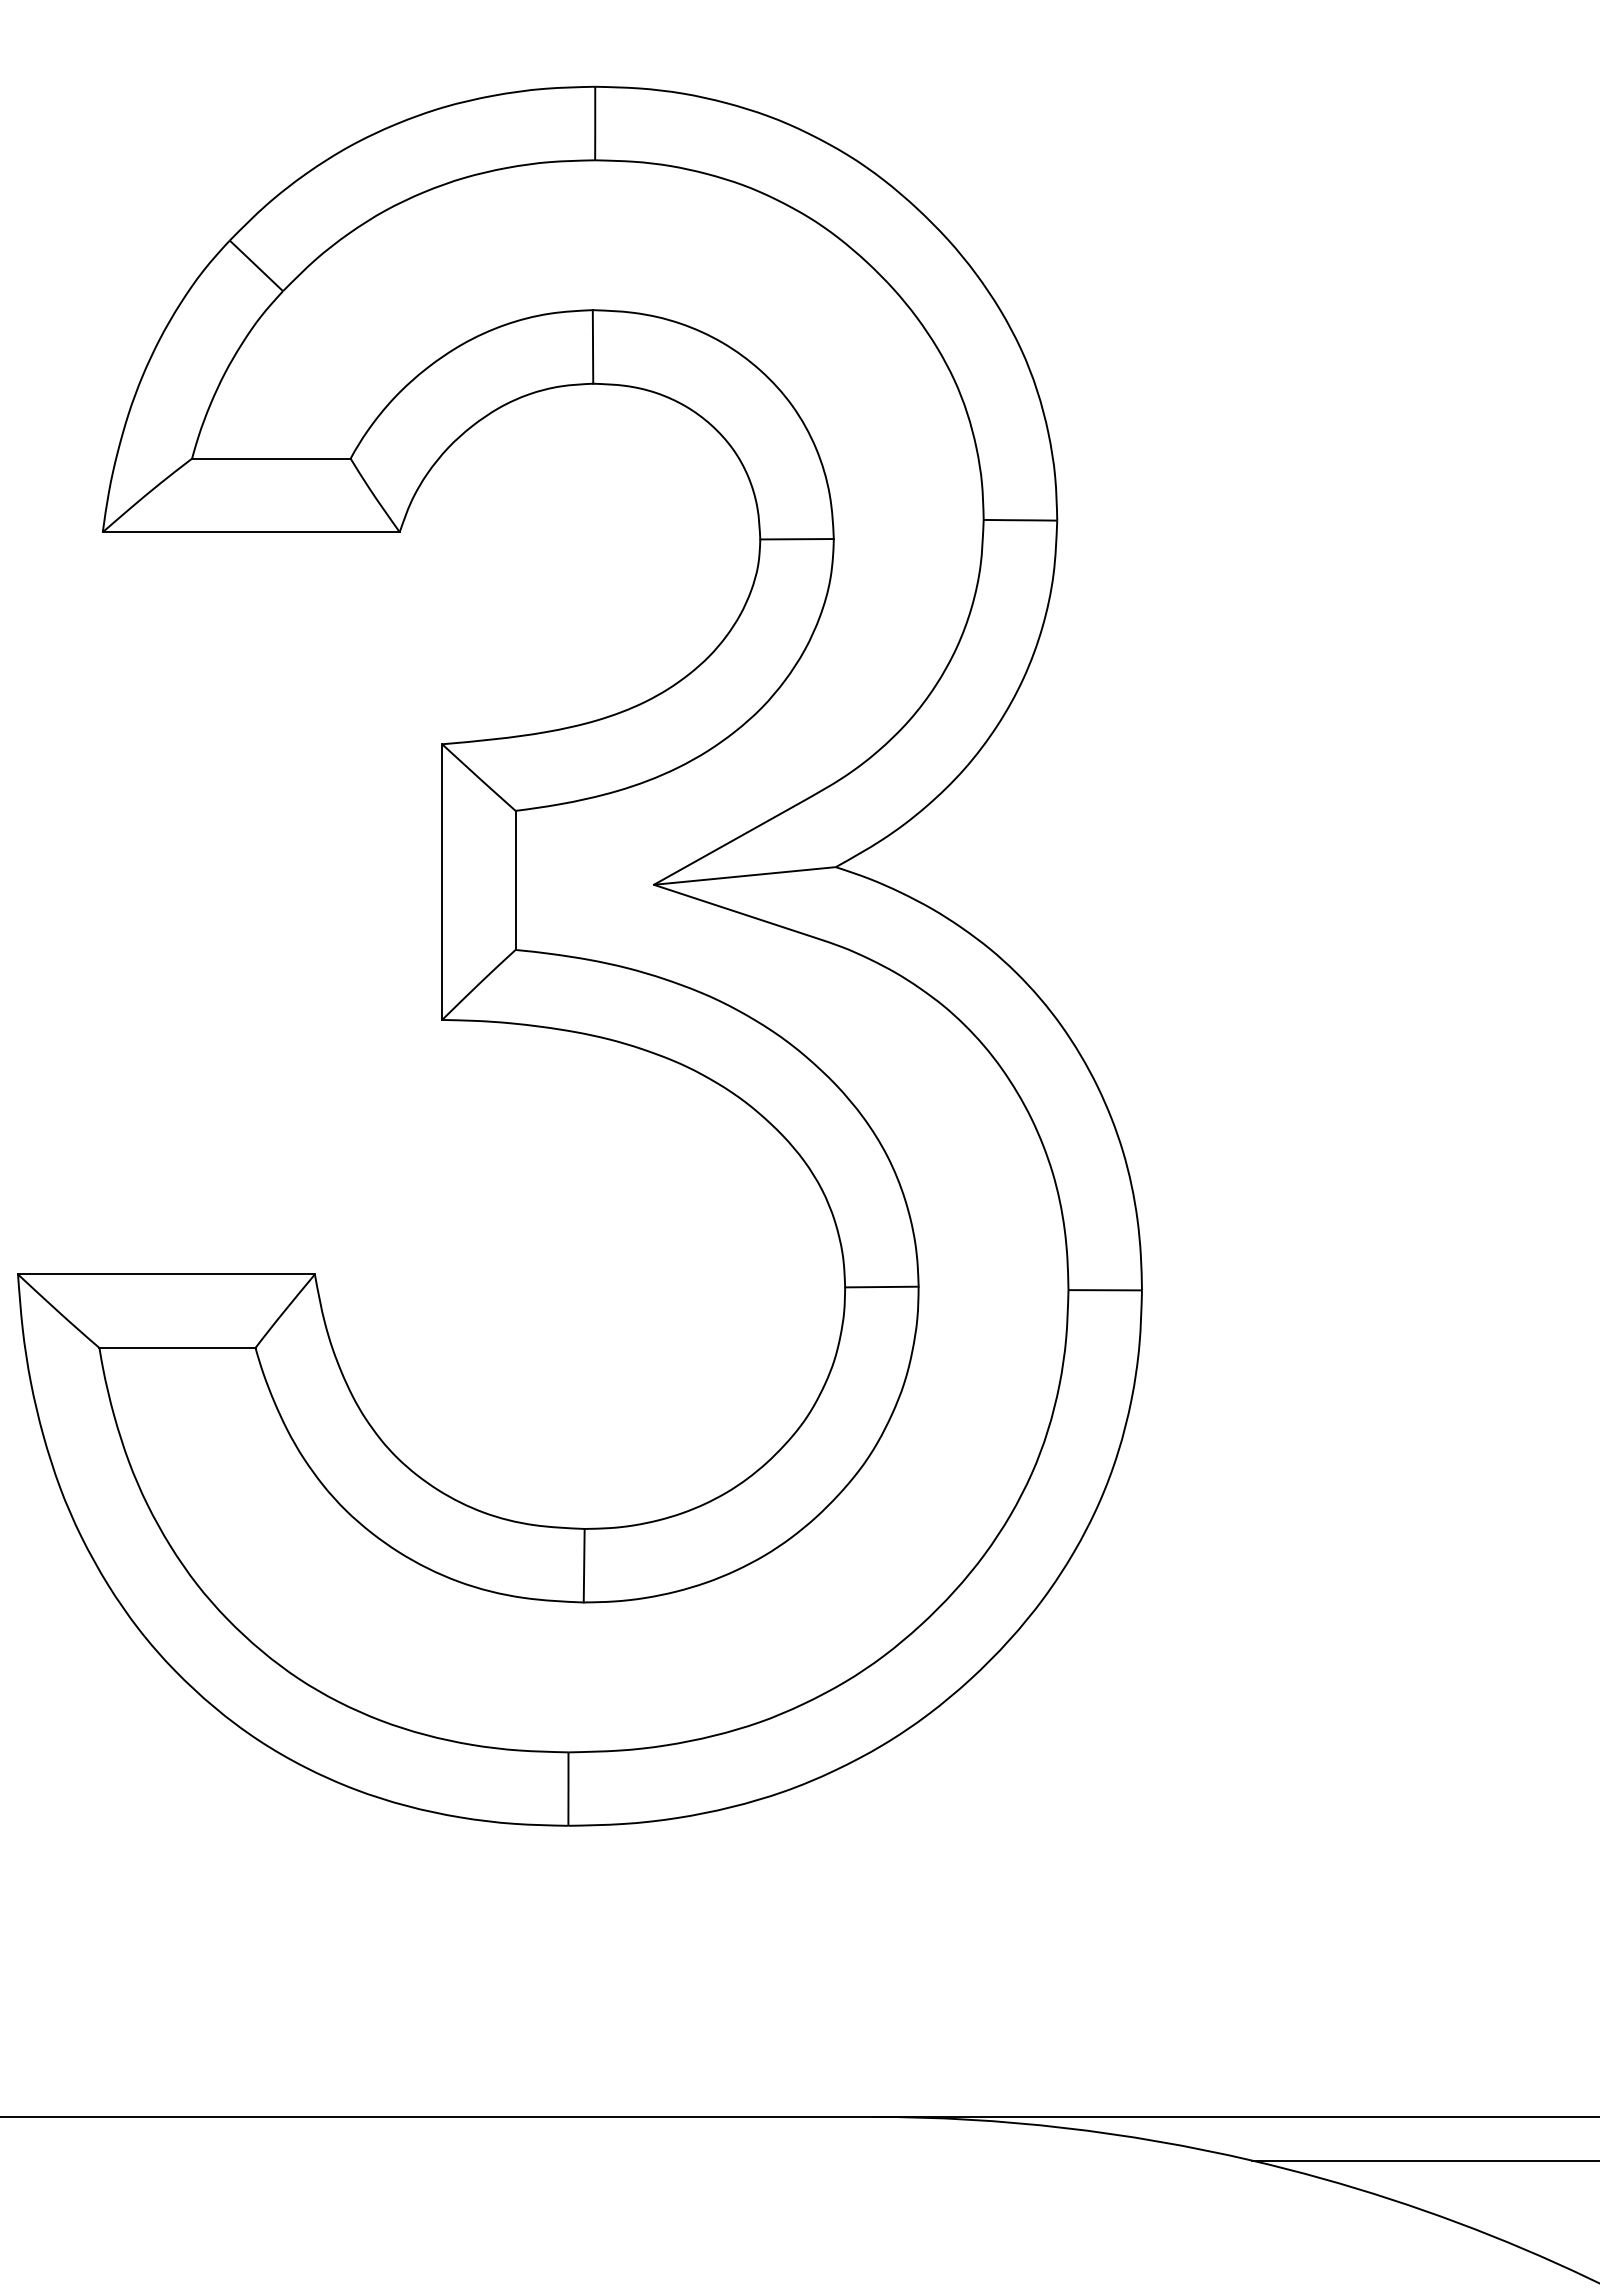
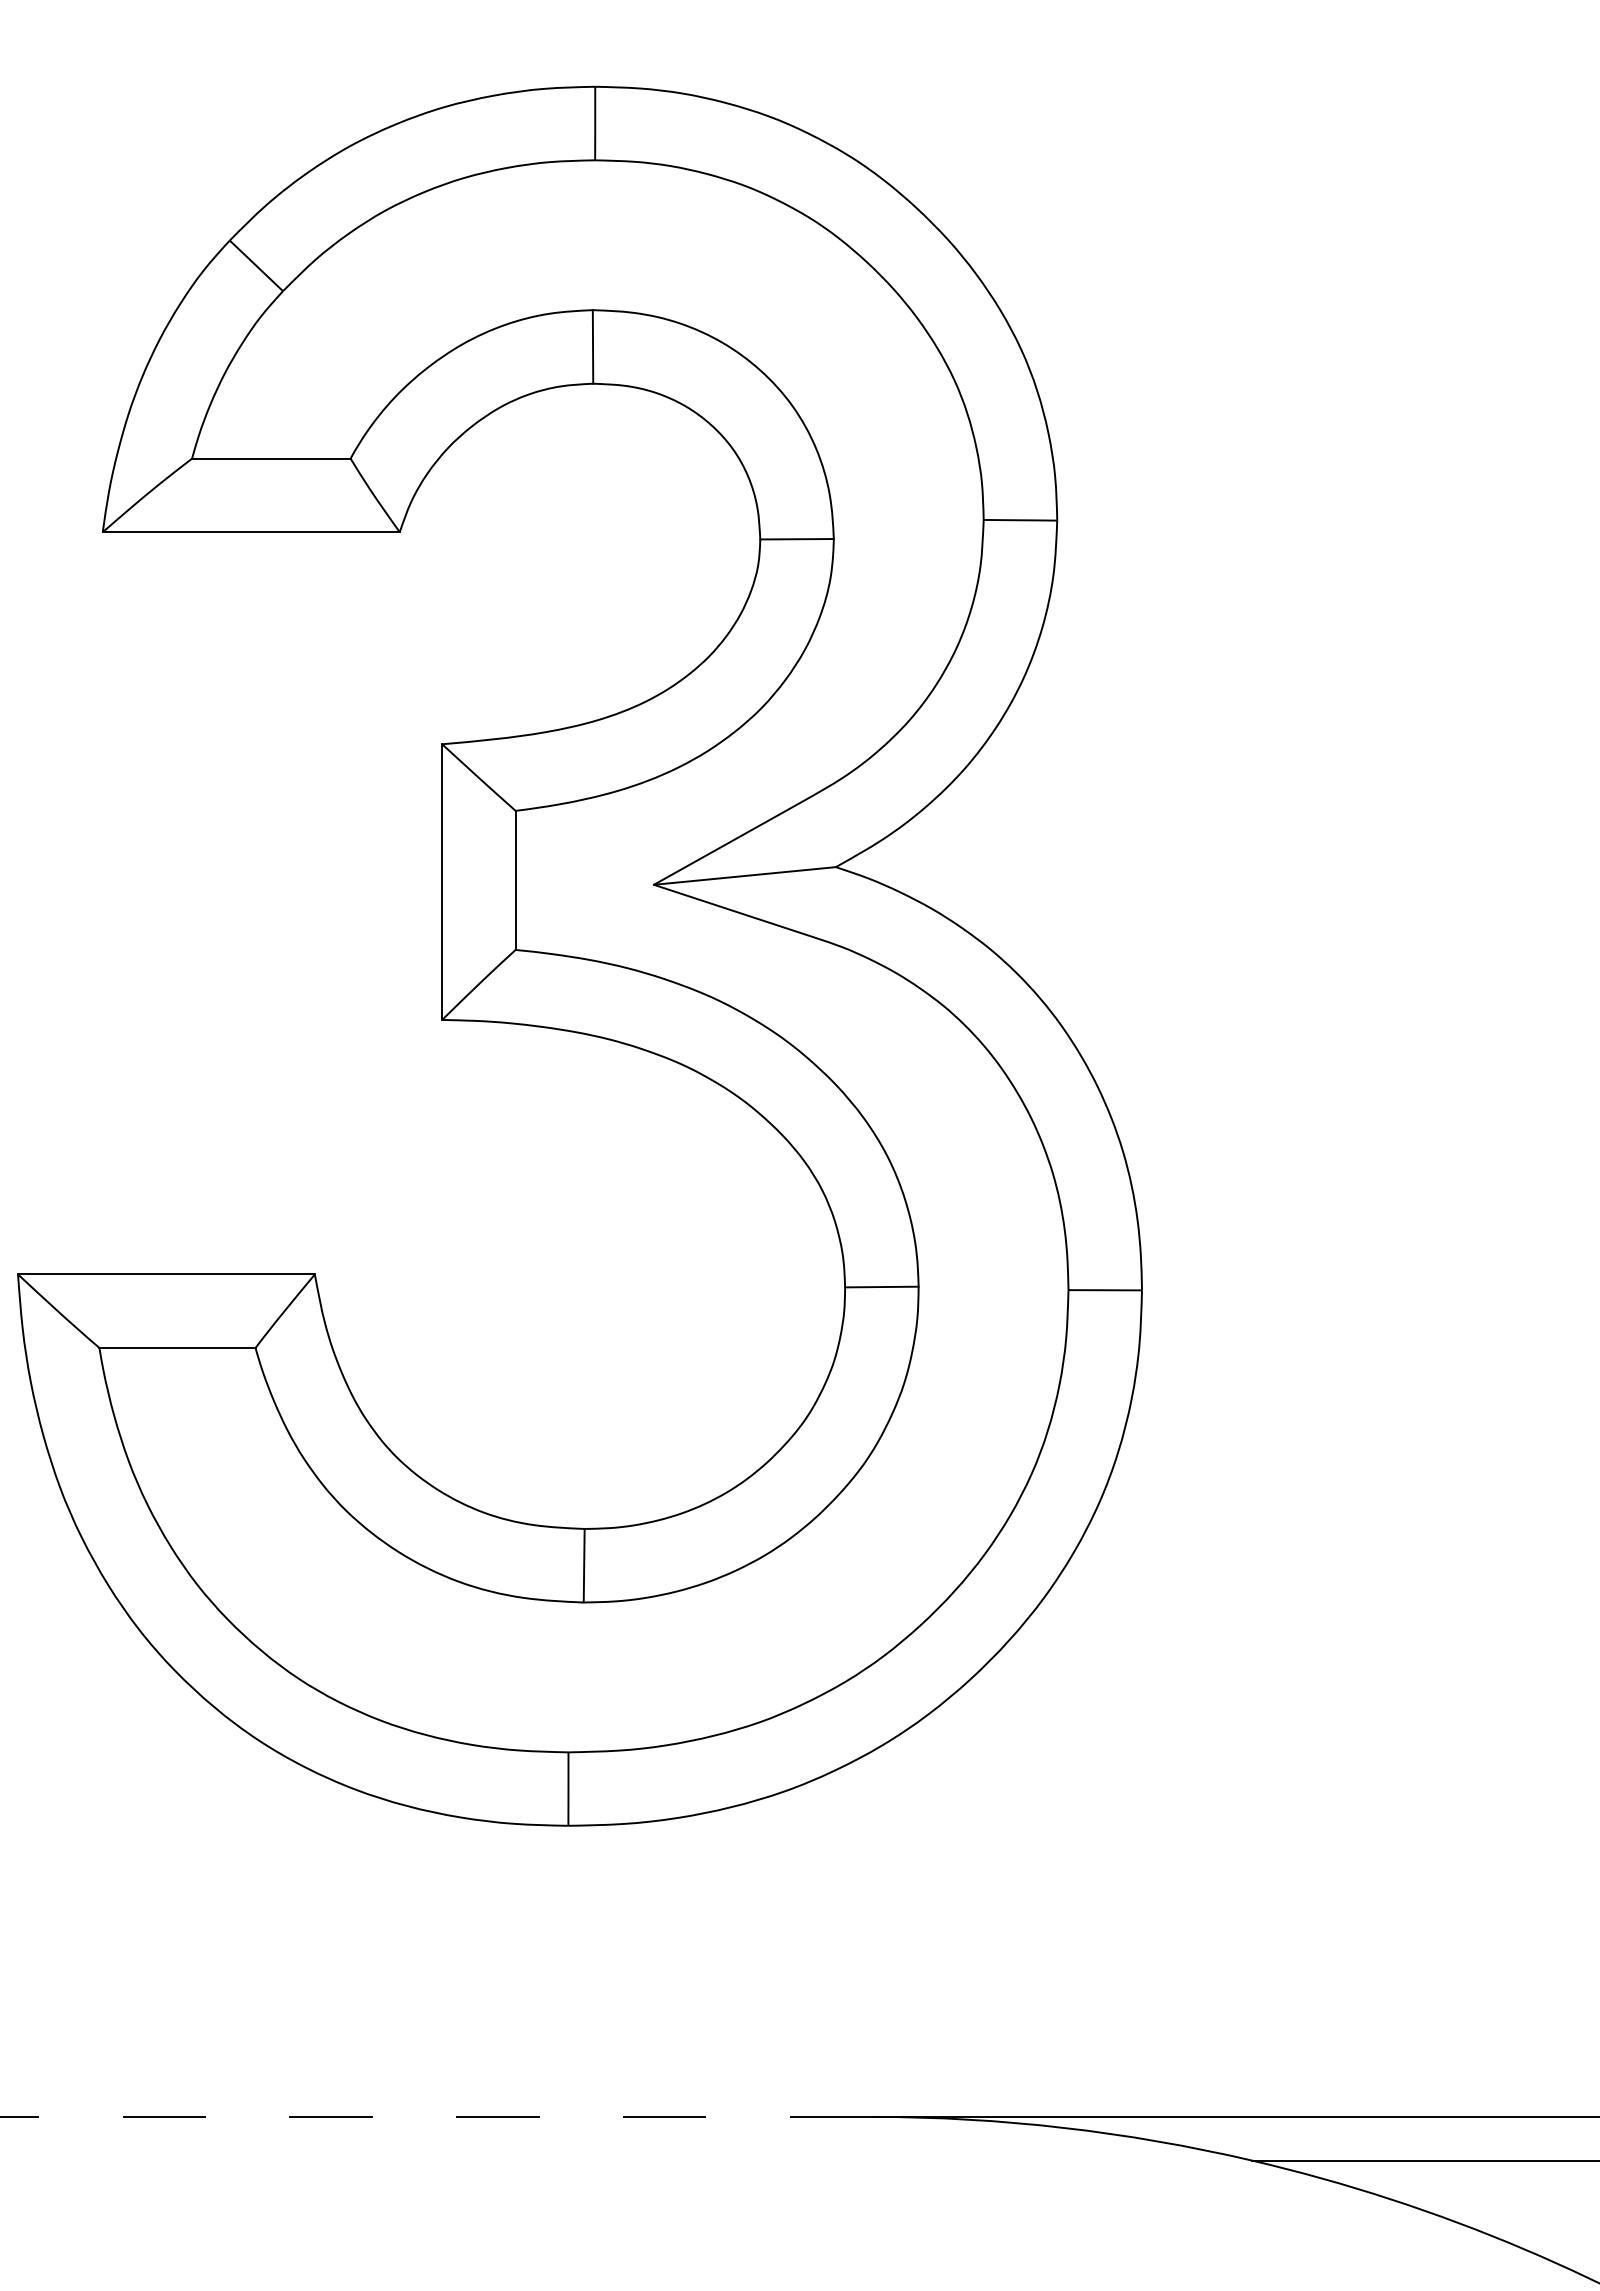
line at (436, 2116): solid -> dashed
